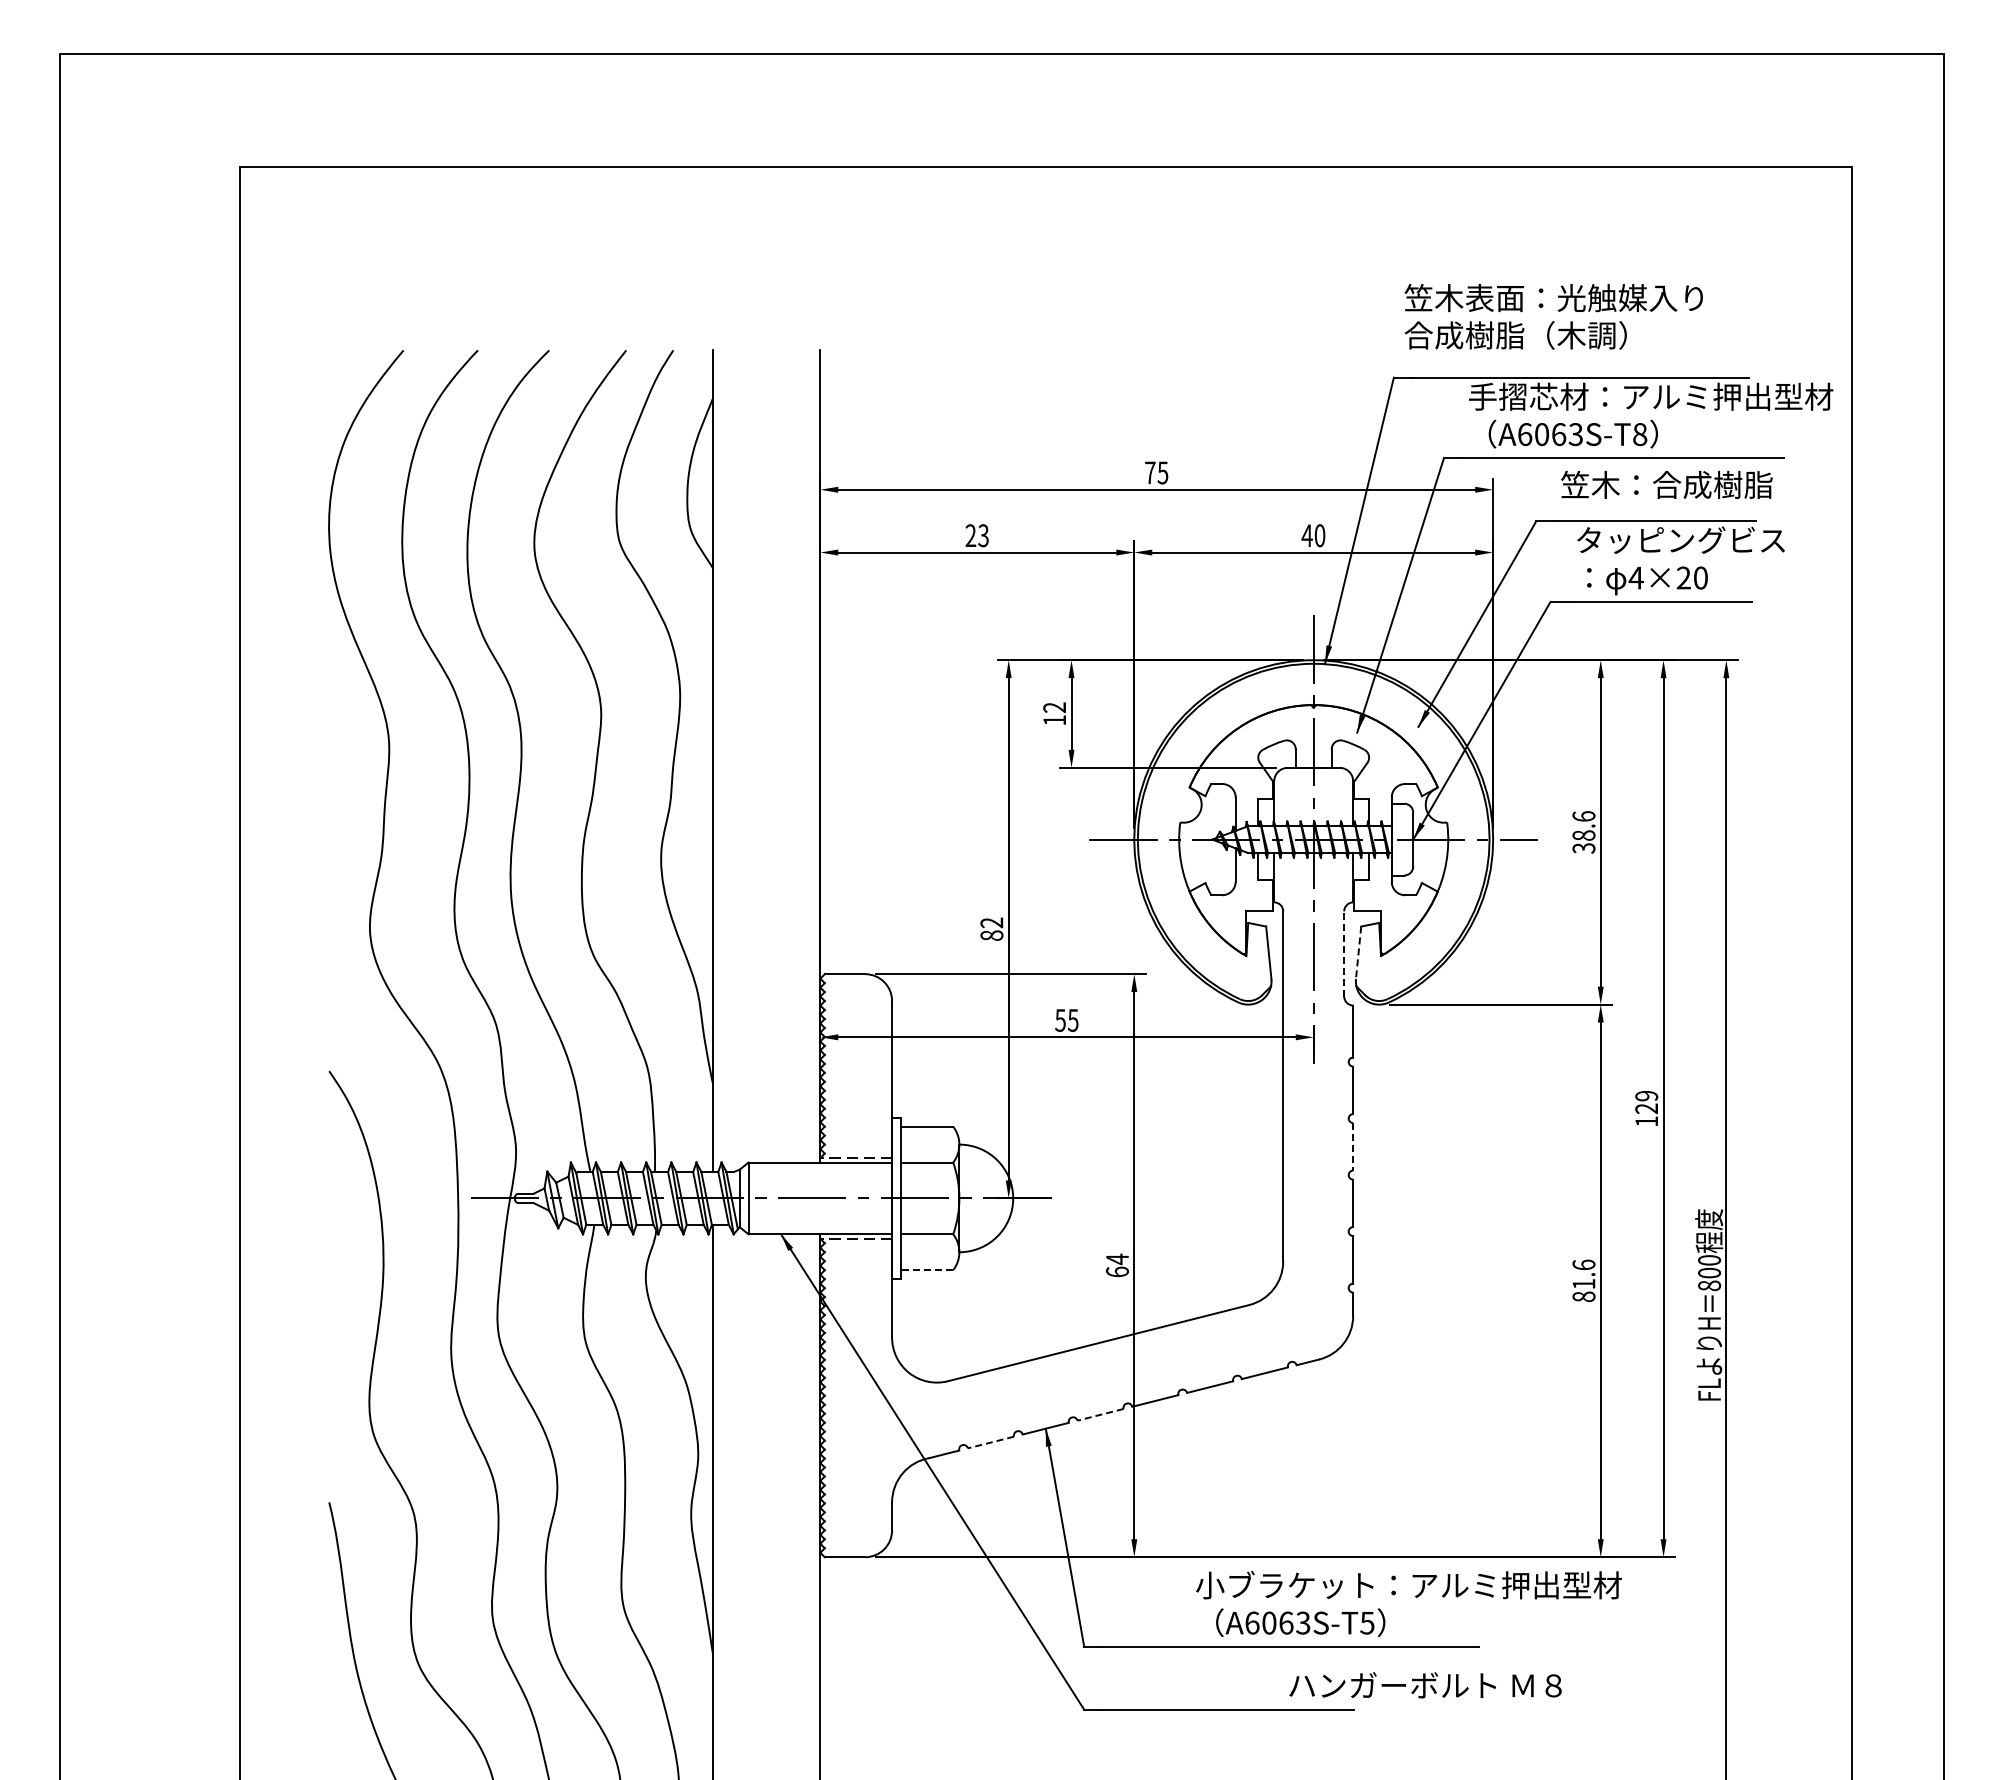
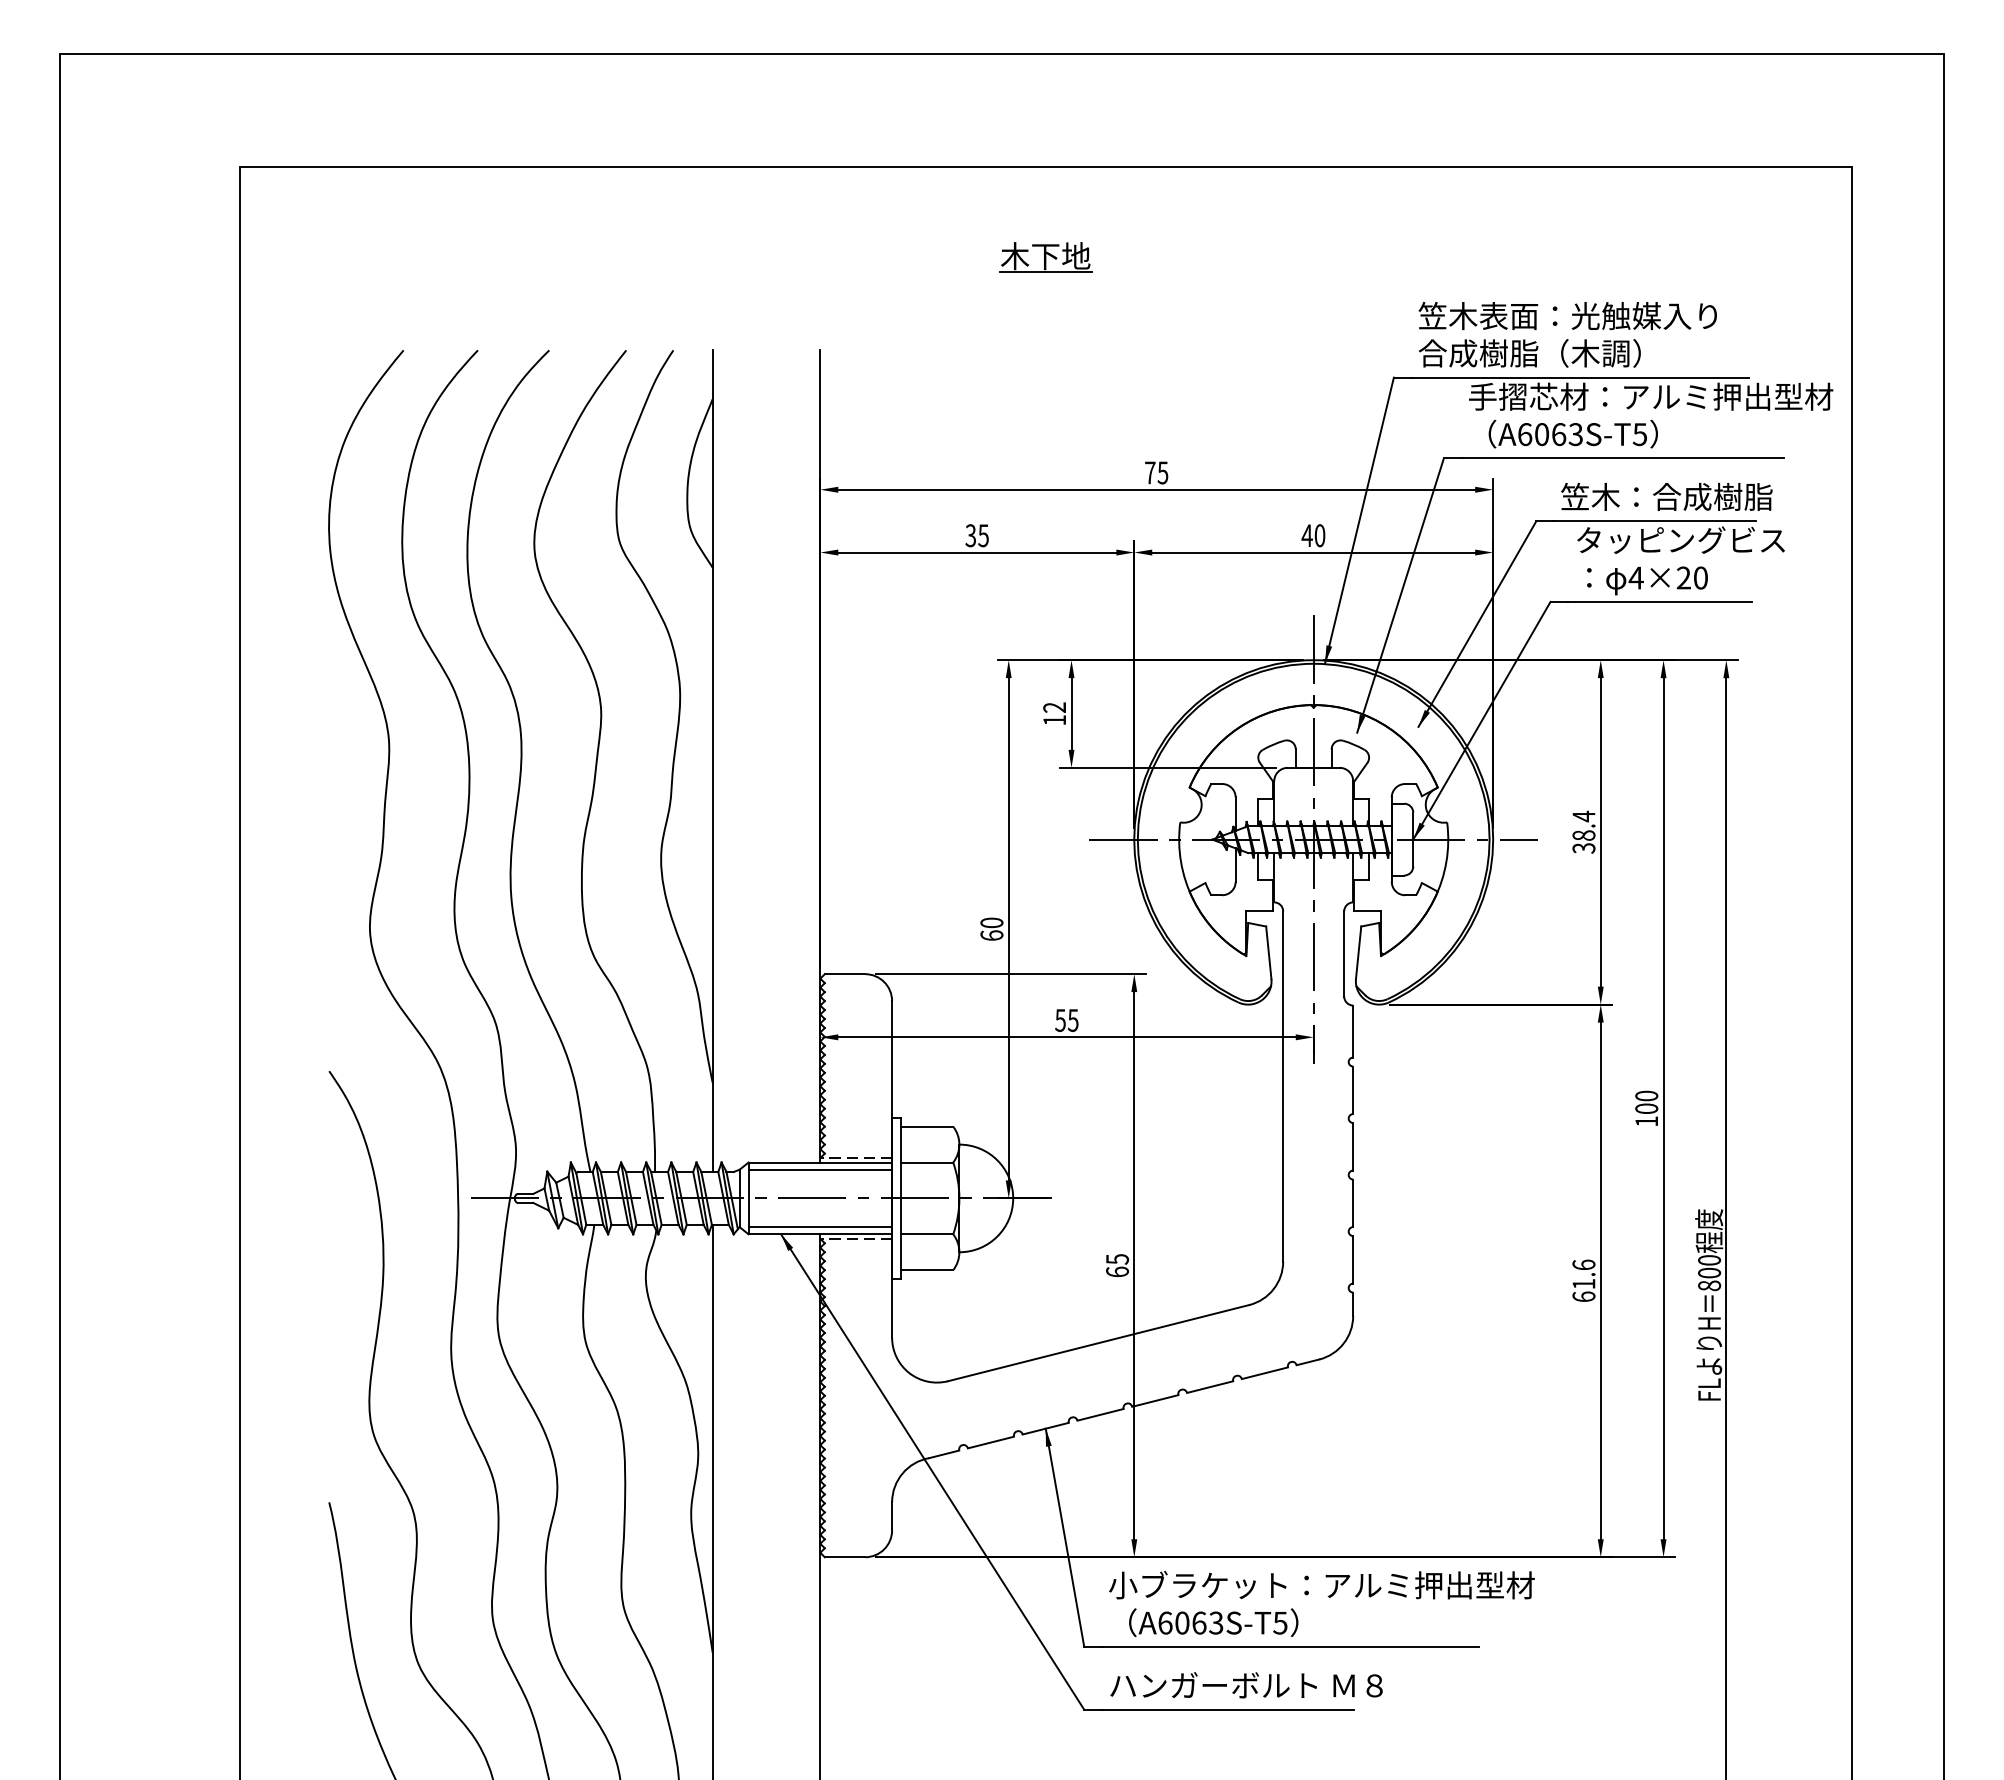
part at (1045, 257): none -> present
text at (1553, 316) position: (1553, 316) -> (1567, 334)
text at (1639, 434): A6063S-T8 -> A6063S-T5
text at (1666, 484) position: (1666, 484) -> (1666, 496)
text at (976, 535): 23 -> 35
text at (1583, 816): 38.6 -> 38.4
text at (991, 928): 82 -> 60
line at (1344, 953): dashed -> solid
line at (1358, 953): dashed -> solid
text at (1646, 1102): 129 -> 100
line at (1353, 1146): dashed -> solid
line at (820, 1169): none -> present
line at (820, 1227): none -> present
text at (1117, 1259): 64 -> 65
line at (926, 1270): dashed -> solid
text at (1583, 1296): 81.6 -> 61.6
line at (1100, 1414): dashed -> solid
line at (990, 1442): dashed -> solid
text at (1408, 1603) position: (1408, 1603) -> (1321, 1603)
text at (1425, 1685) position: (1425, 1685) -> (1246, 1685)
